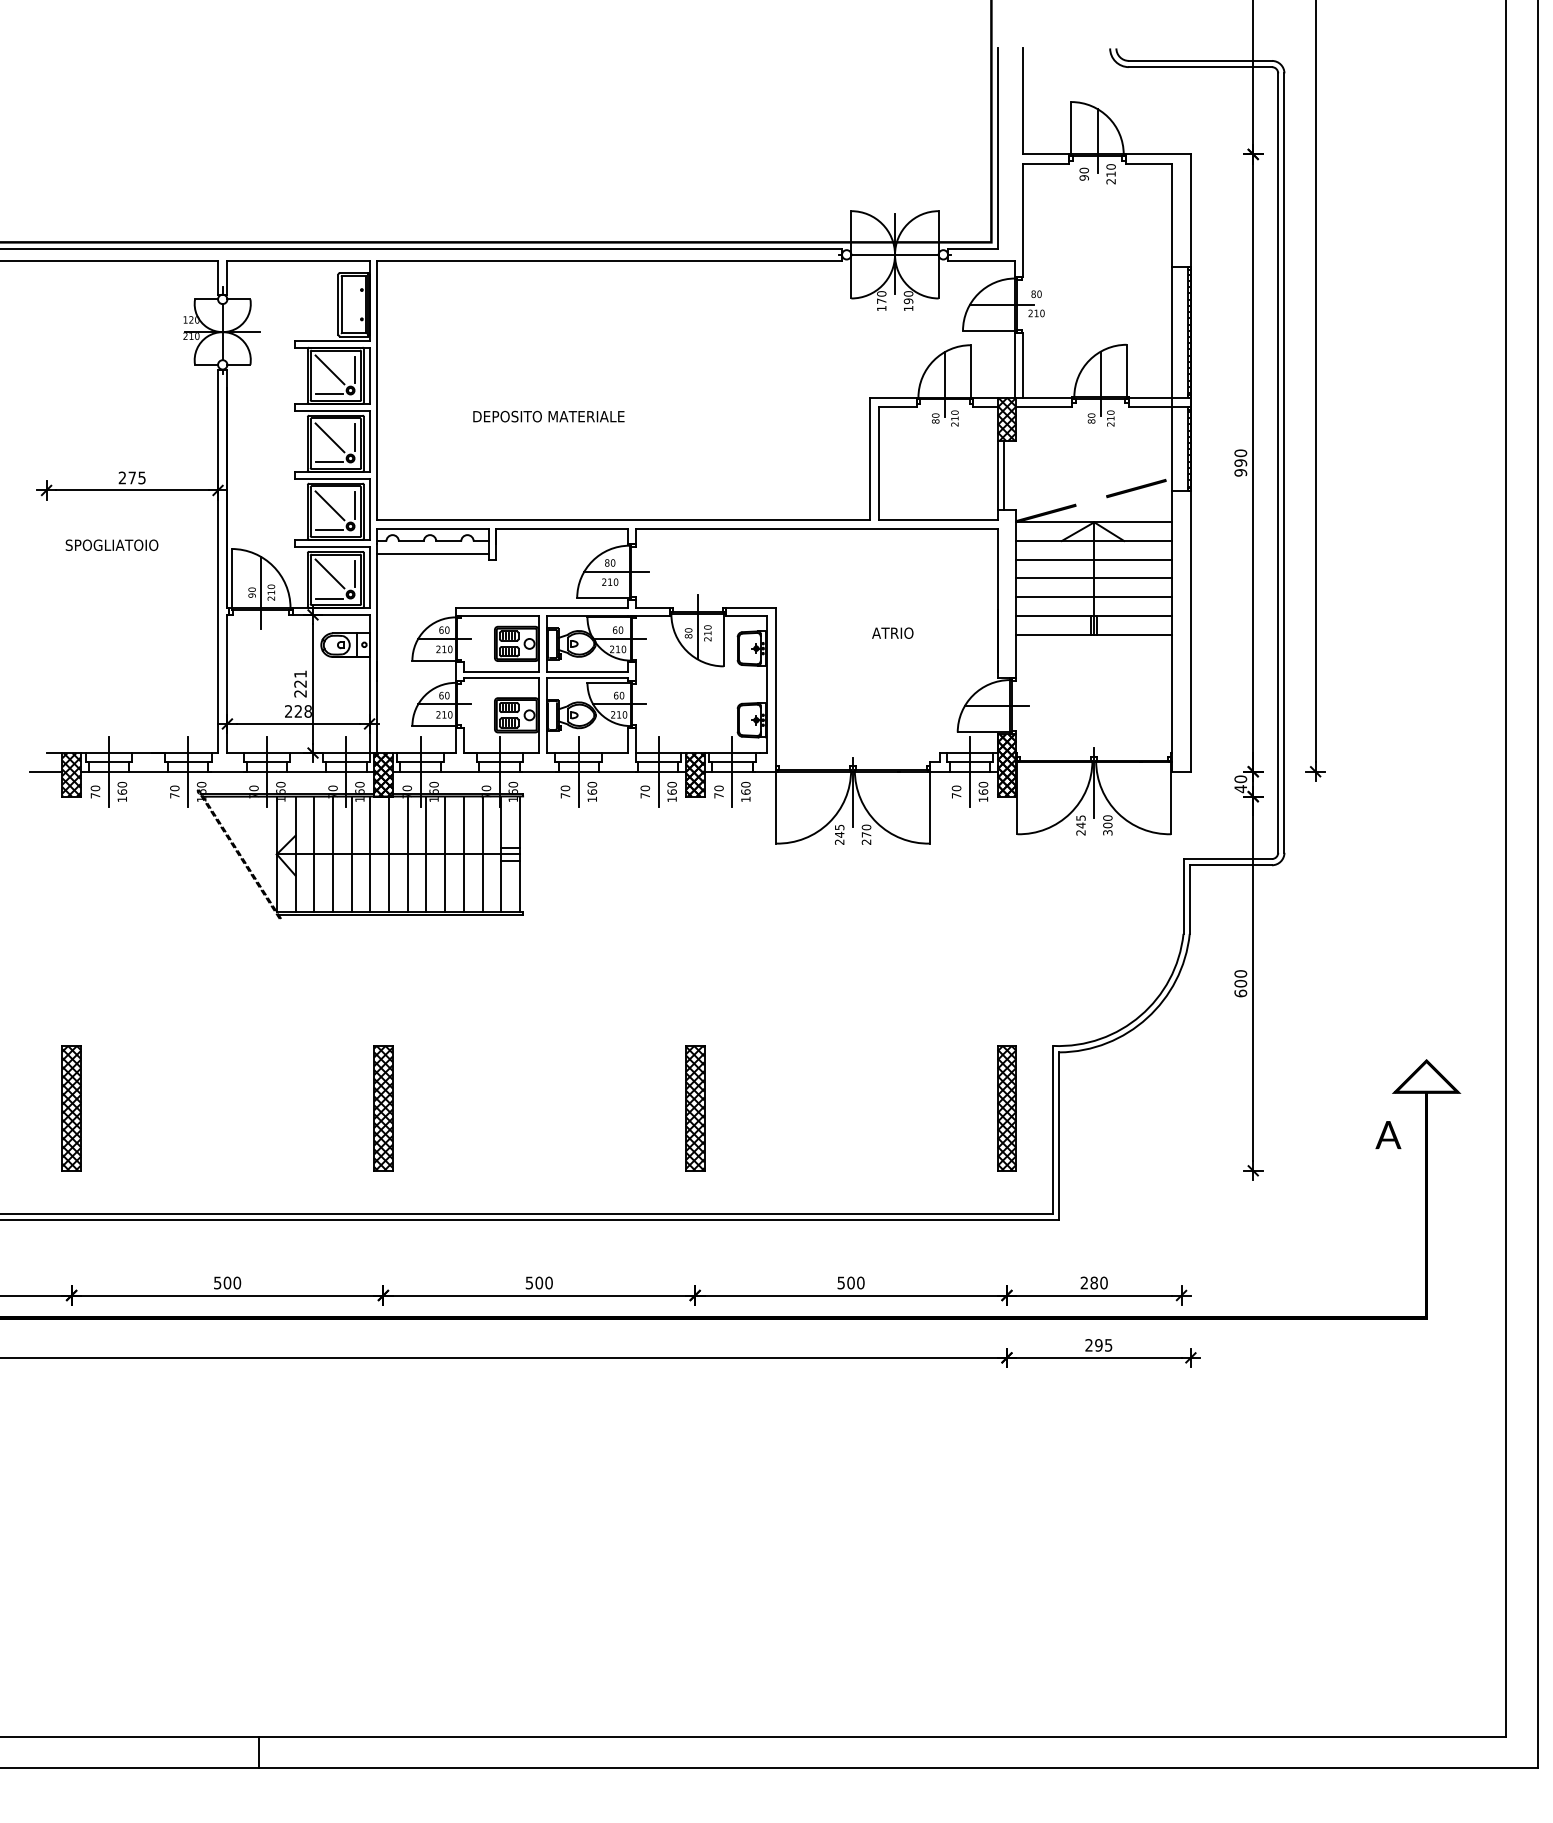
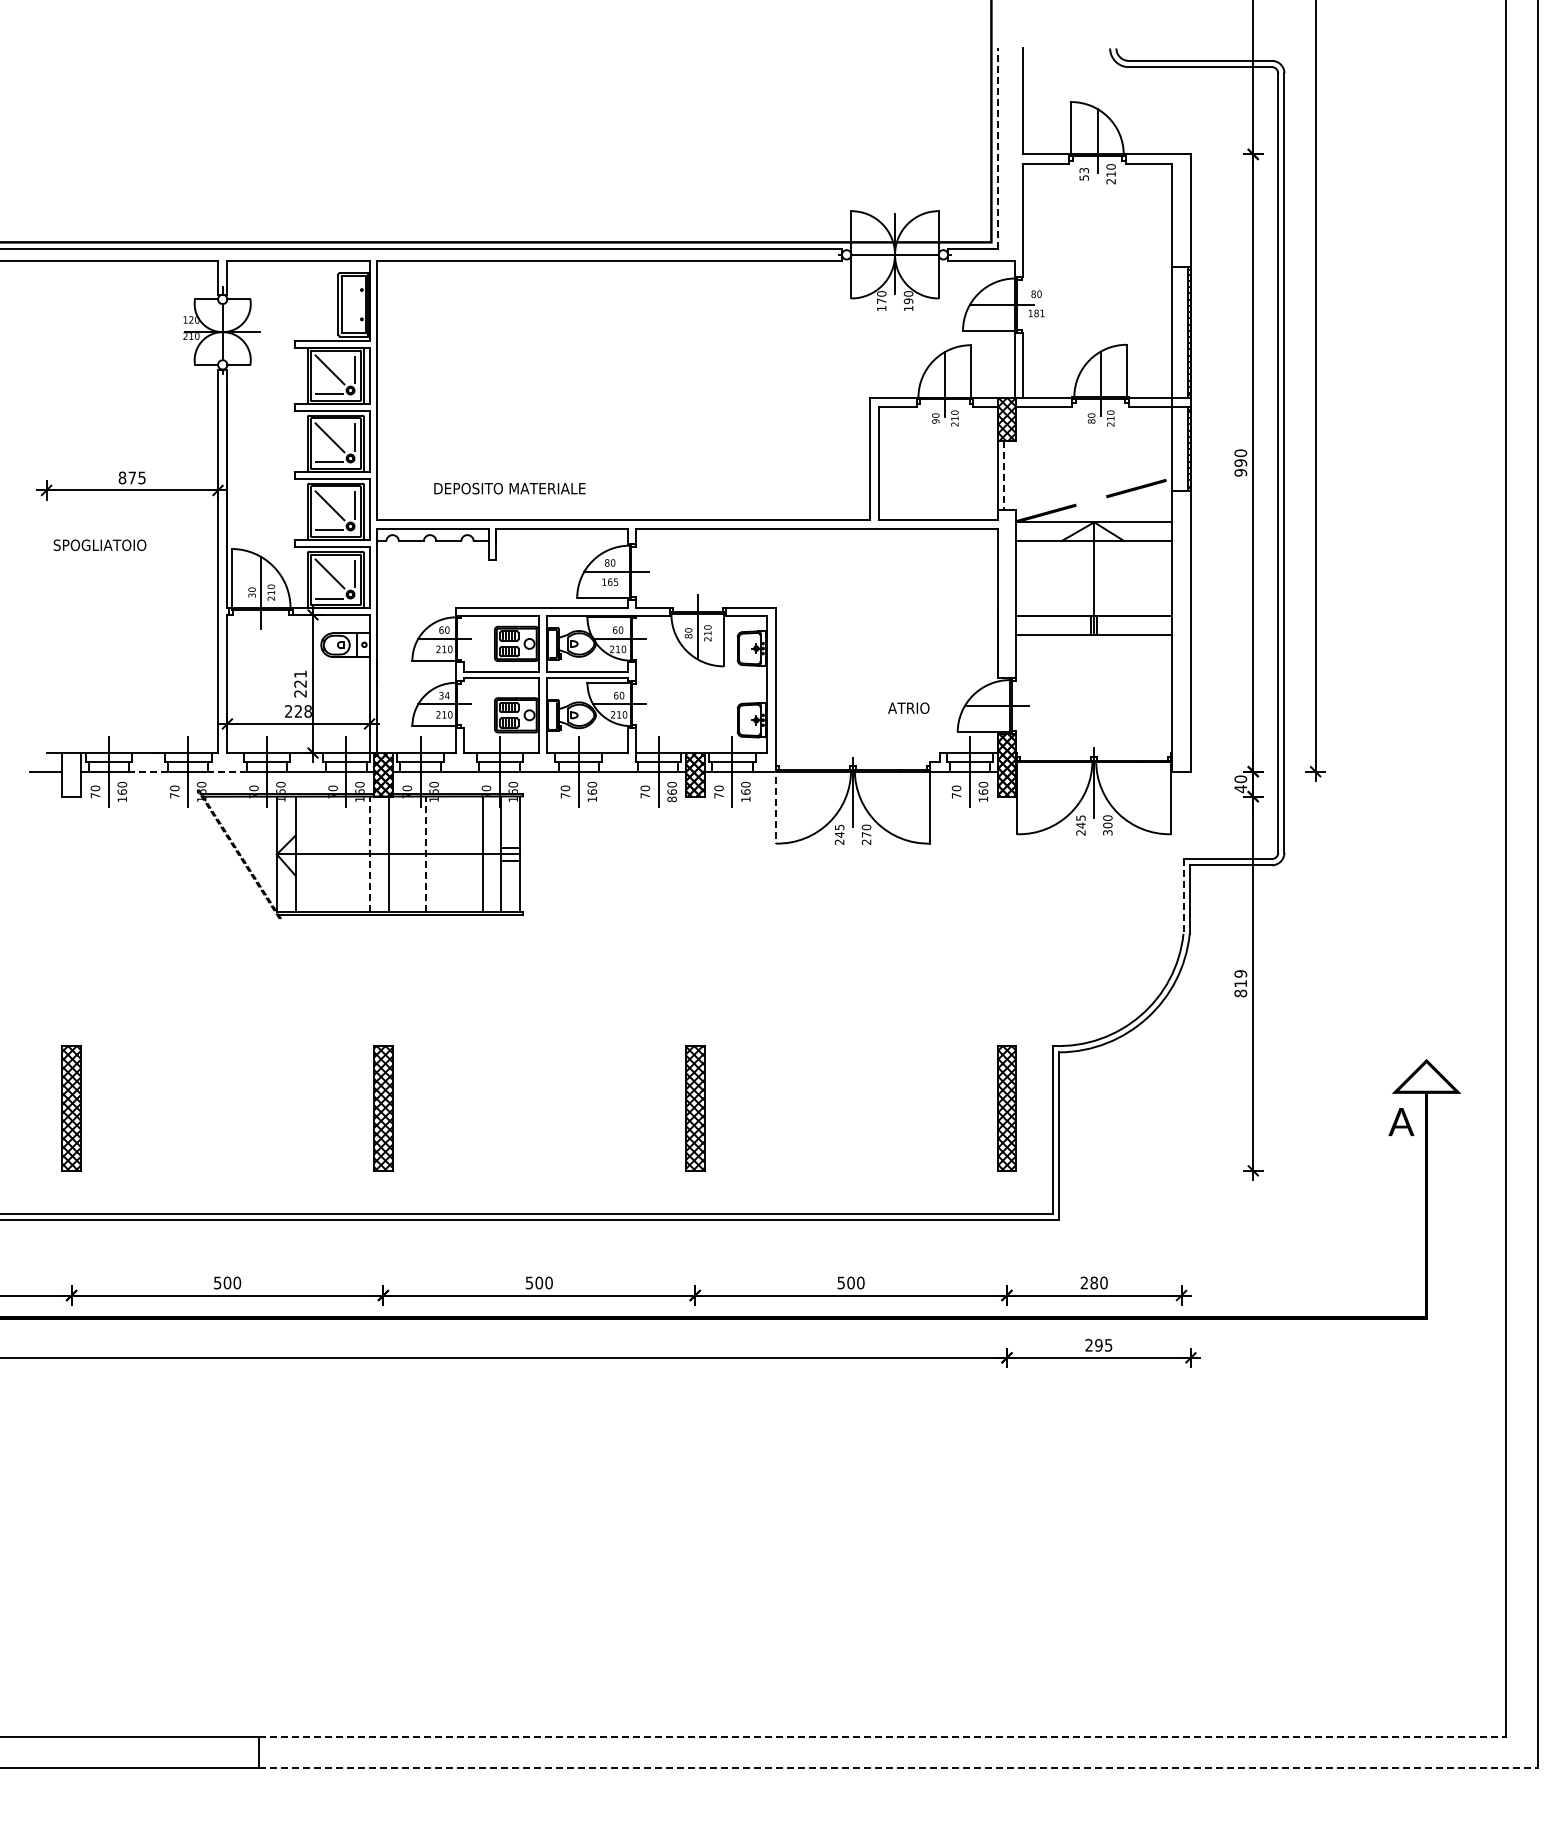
line at (997, 148): solid -> dashed
text at (1083, 173): 90 -> 53
text at (1036, 313): 210 -> 181
text at (548, 416) position: (548, 416) -> (509, 488)
text at (935, 421): 80 -> 90
line at (1003, 476): solid -> dashed
text at (122, 477): 275 -> 875
text at (111, 544) position: (111, 544) -> (99, 544)
line at (433, 553): present -> none
line at (1094, 559): present -> none
line at (1094, 578): present -> none
text at (610, 581): 210 -> 165
text at (251, 595): 90 -> 30
line at (1094, 597): present -> none
text at (892, 632) position: (892, 632) -> (908, 707)
text at (444, 695): 60 -> 34
line at (147, 771): solid -> dashed
line at (227, 771): solid -> dashed
hatch at (71, 774): present -> none
text at (671, 799): 160 -> 860
line at (776, 804): solid -> dashed
line at (314, 854): present -> none
line at (332, 854): present -> none
line at (351, 854): present -> none
line at (370, 854): solid -> dashed
line at (407, 854): present -> none
line at (426, 854): solid -> dashed
line at (445, 854): present -> none
line at (463, 854): present -> none
line at (1183, 896): solid -> dashed
text at (1240, 983): 600 -> 819
text at (1388, 1135) position: (1388, 1135) -> (1401, 1122)
line at (882, 1737): solid -> dashed
line at (898, 1768): solid -> dashed
